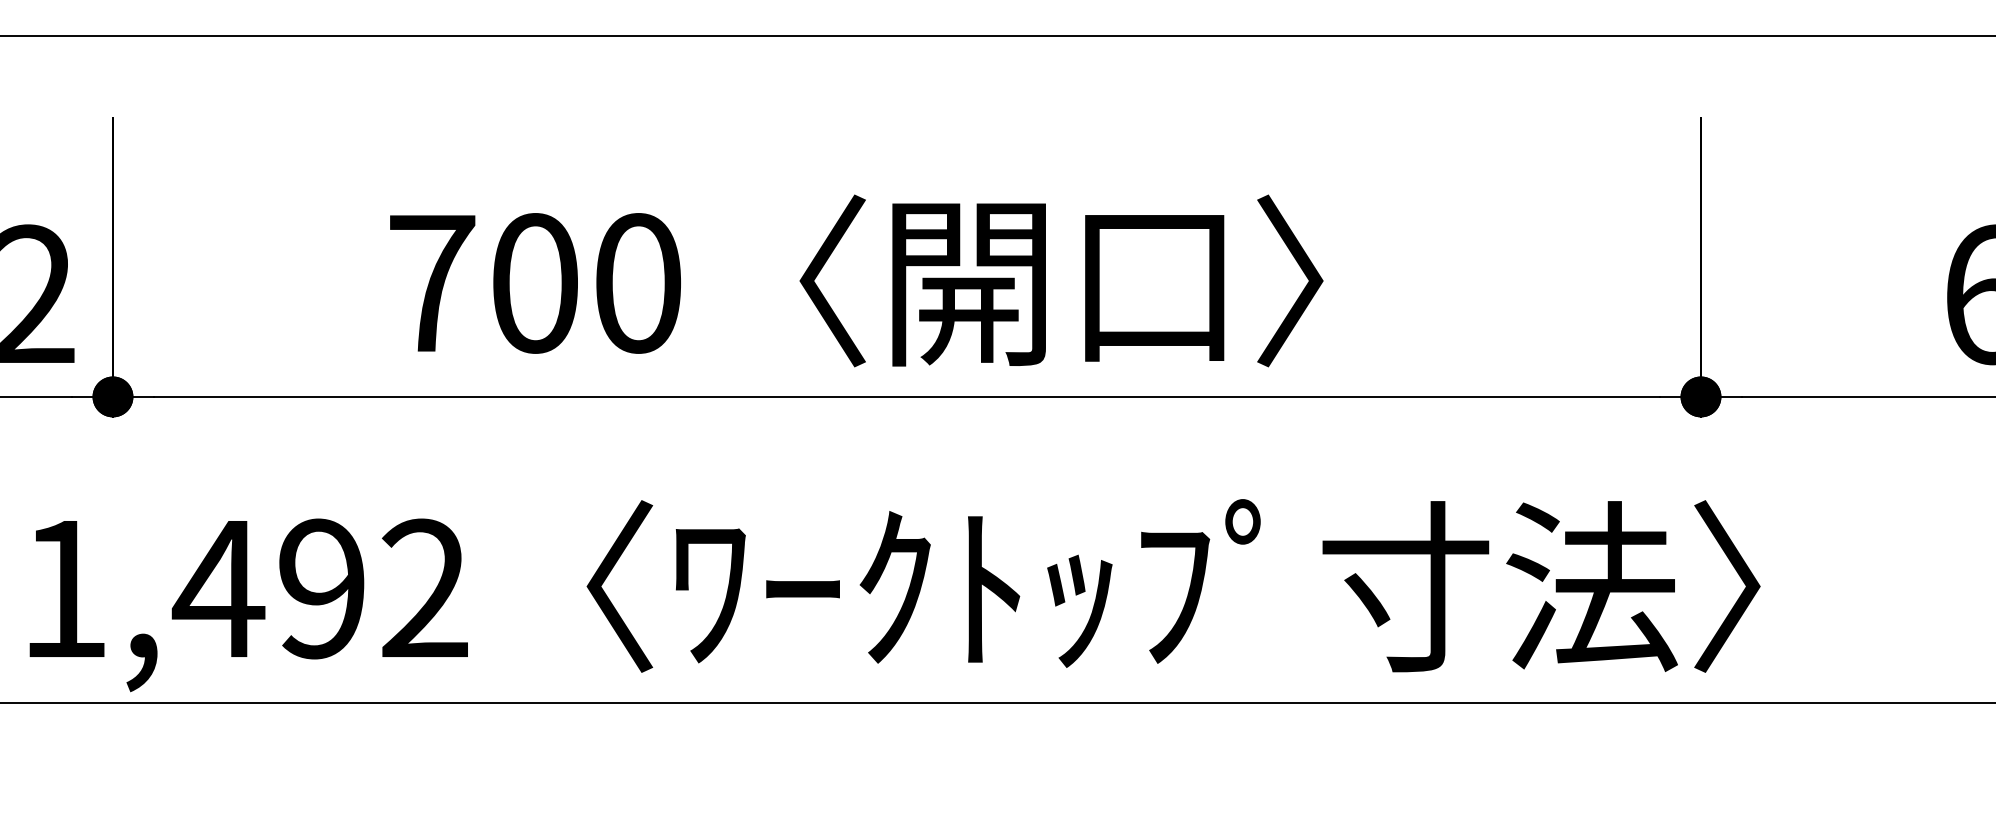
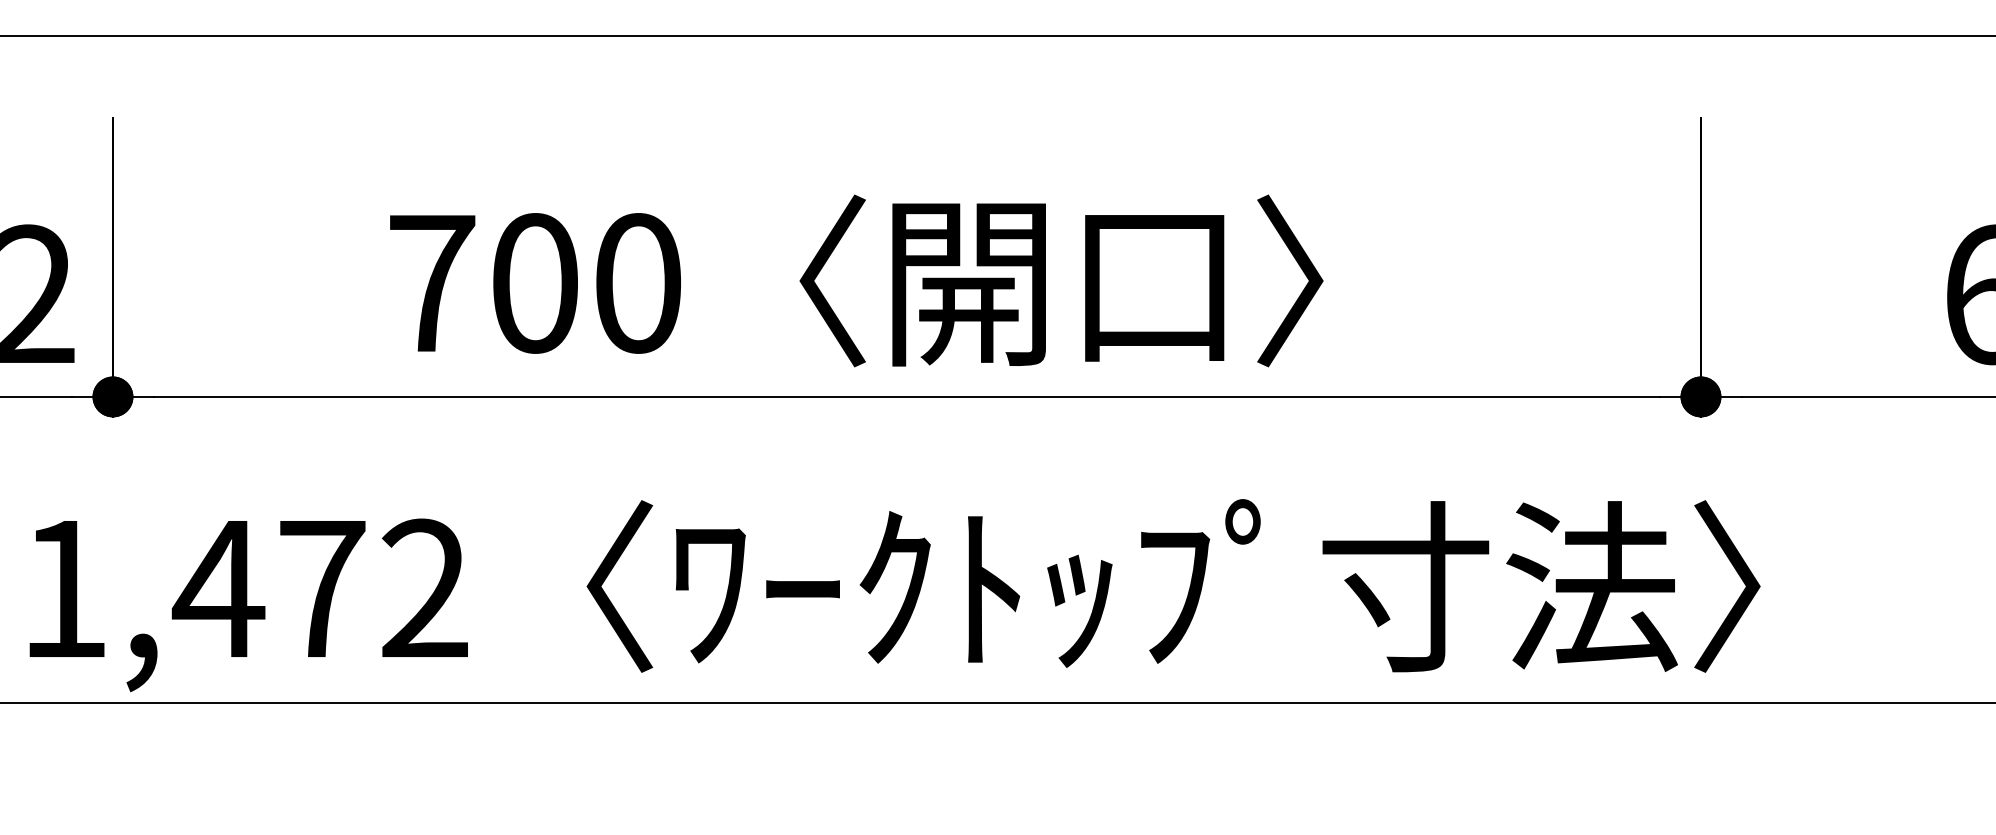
text at (322, 588): 1,492 -> 1,472
